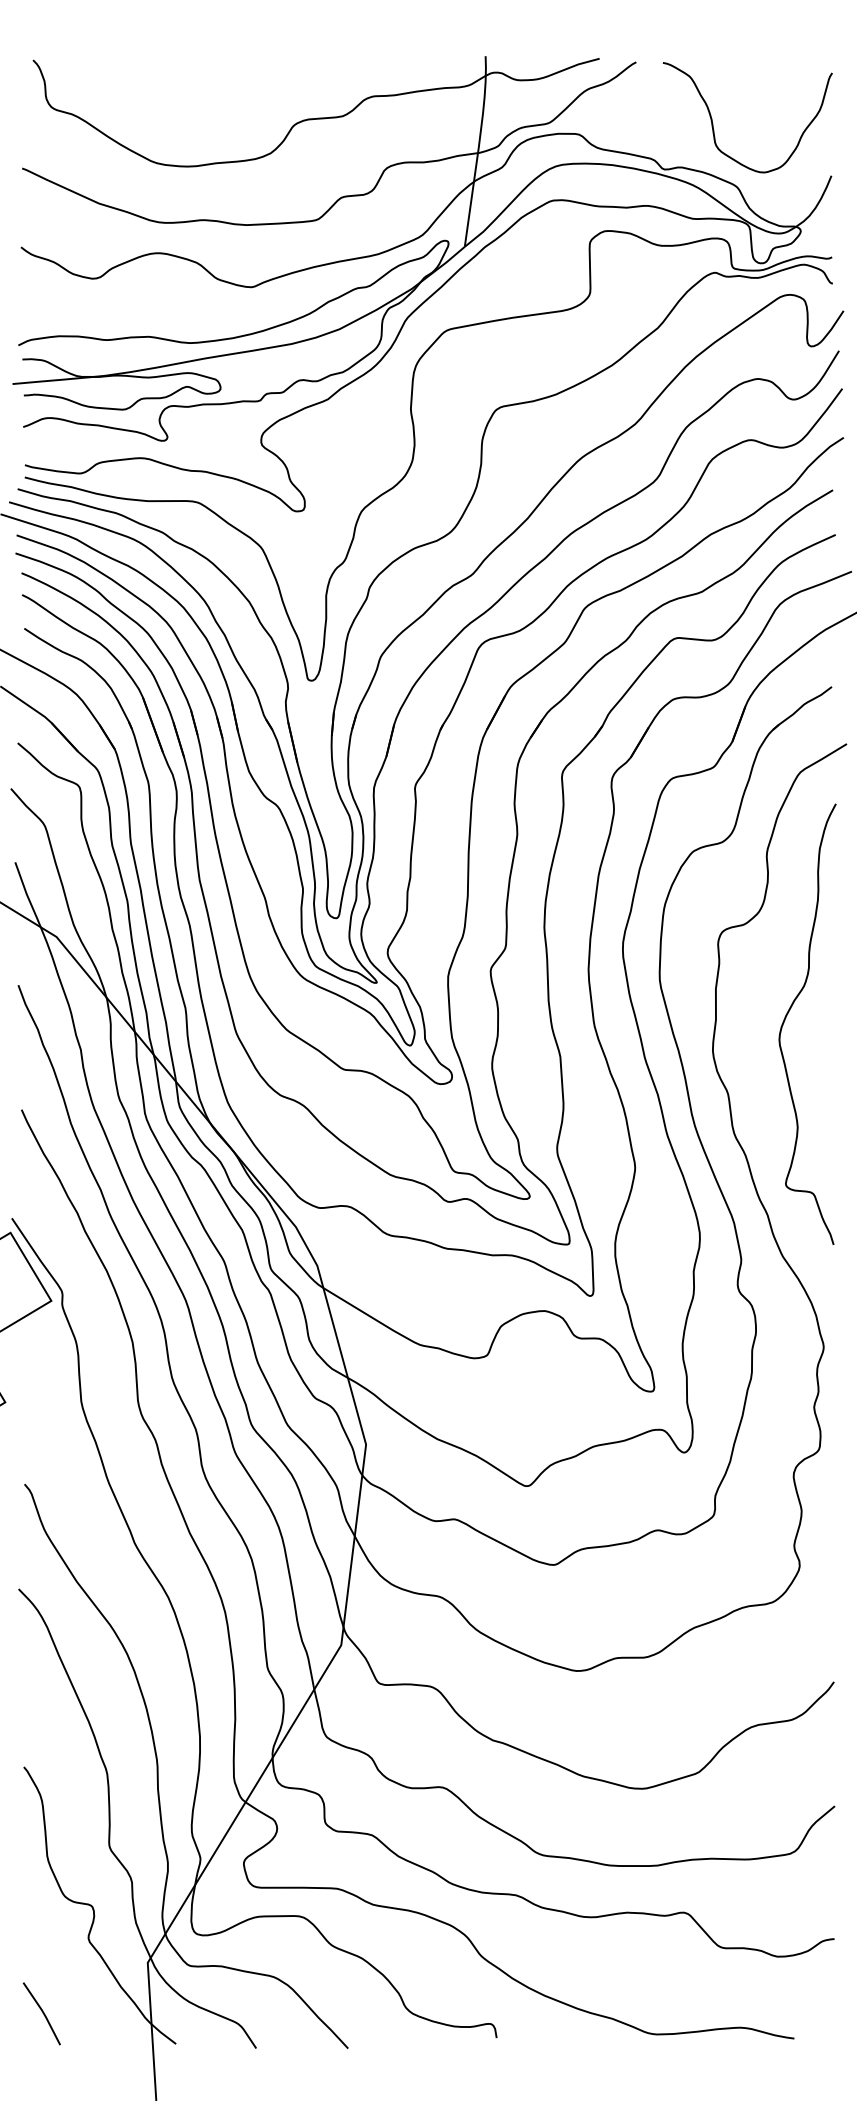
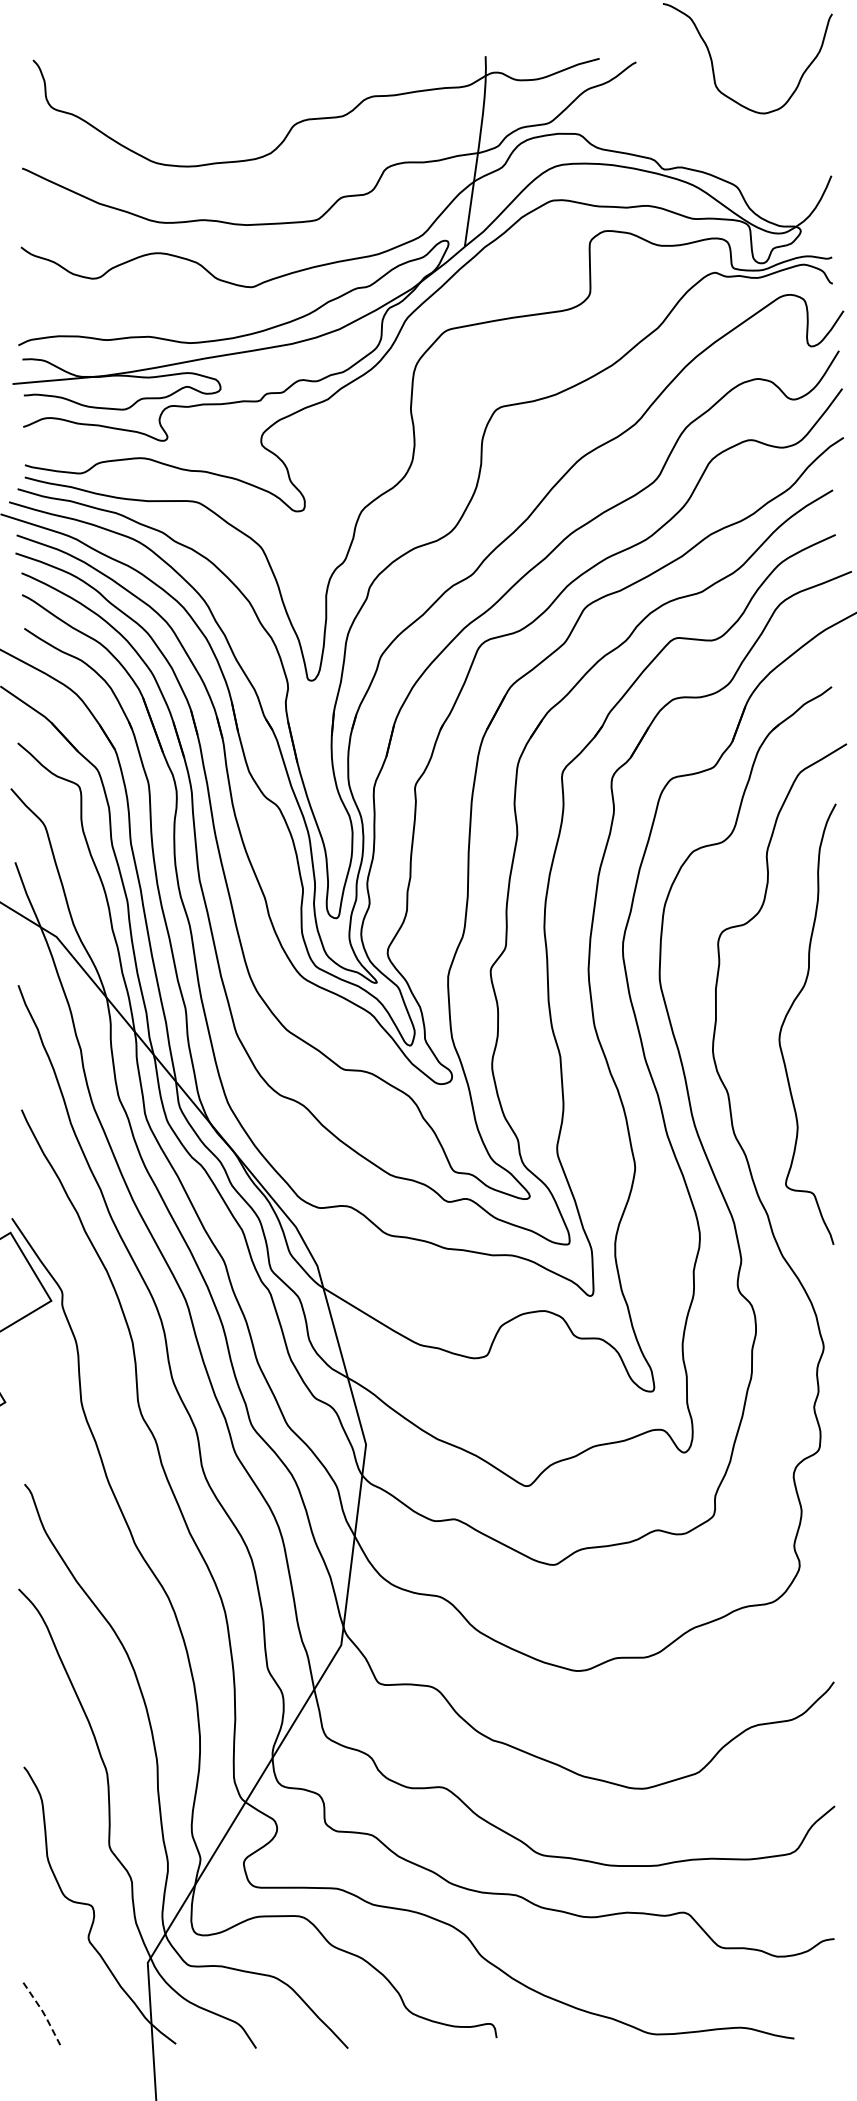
curve at (713, 123) position: (713, 123) -> (713, 64)
line at (43, 2013): solid -> dashed
